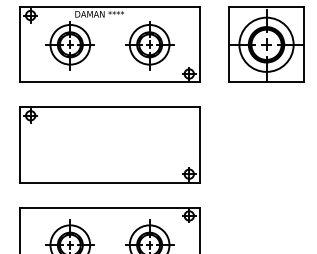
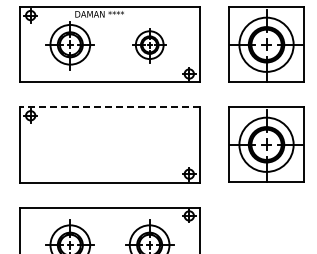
part at (149, 45) size: 50x50 px -> 35x36 px
line at (109, 107): solid -> dashed
part at (266, 144): none -> present
